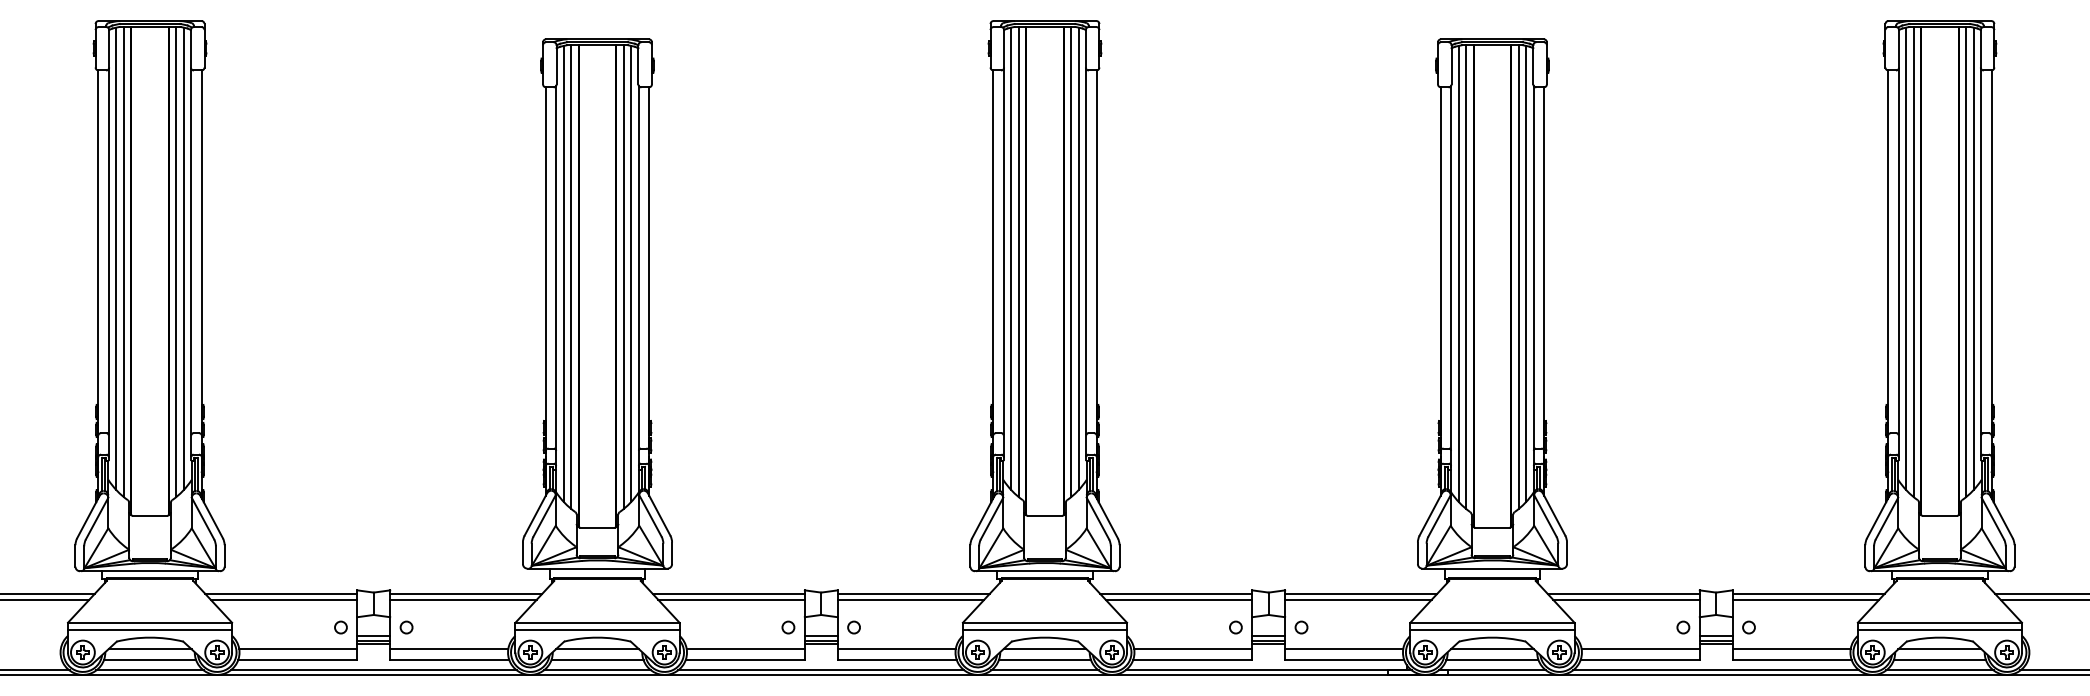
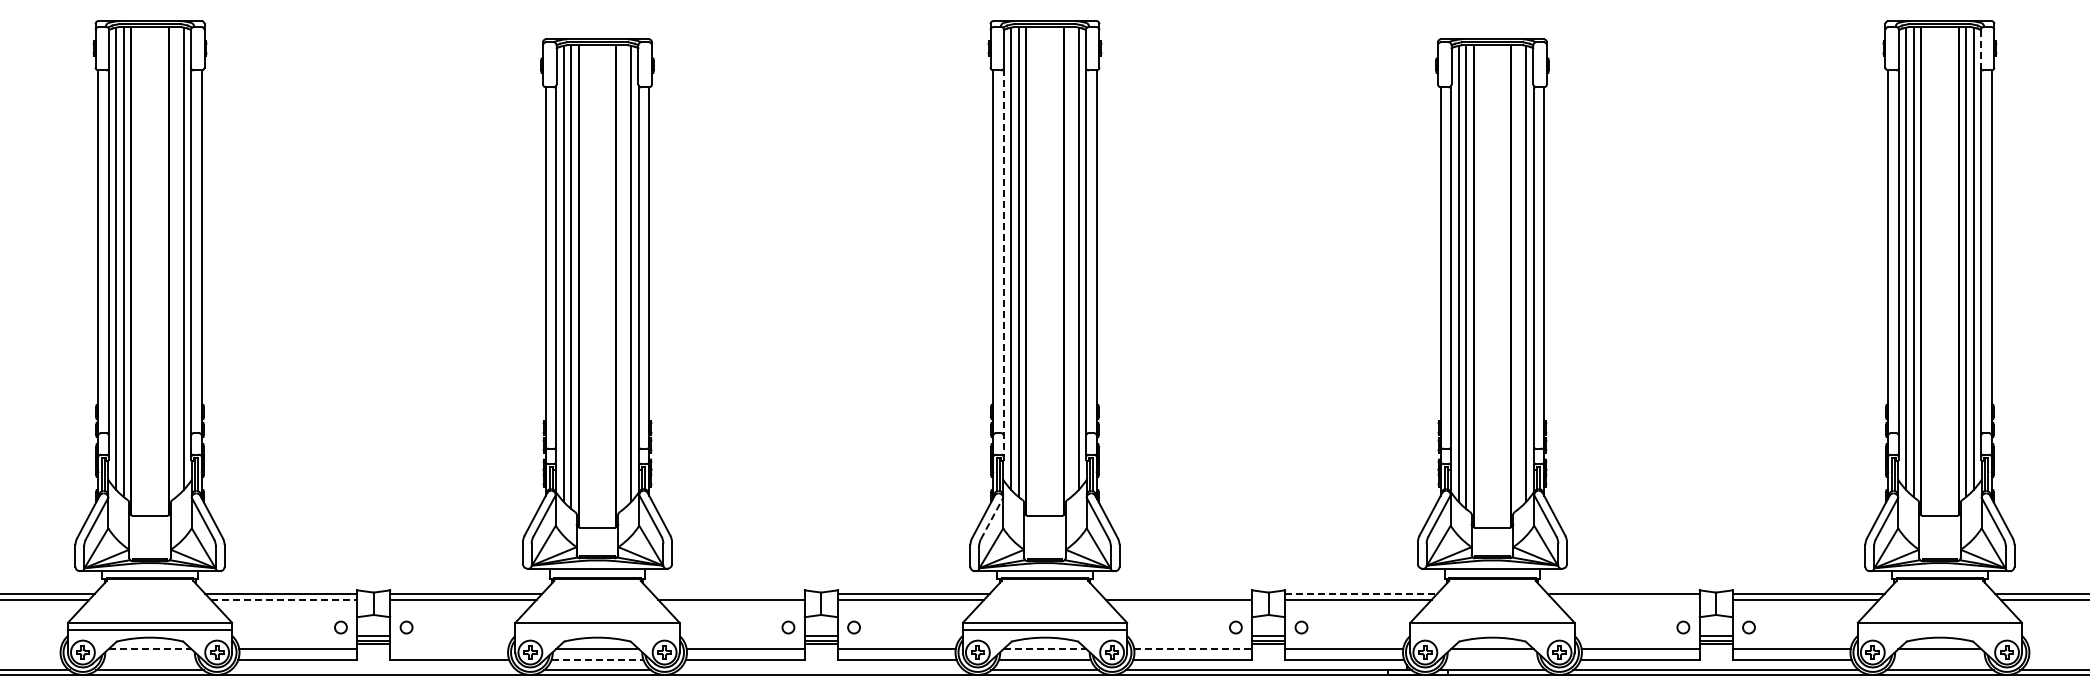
line at (1980, 48): solid -> dashed
line at (176, 261): present -> none
line at (1071, 261): present -> none
line at (1003, 262): solid -> dashed
line at (623, 277): present -> none
line at (1518, 277): present -> none
line at (992, 518): solid -> dashed
line at (728, 593): present -> none
line at (1176, 593): present -> none
line at (1361, 593): solid -> dashed
line at (284, 599): solid -> dashed
line at (1626, 599): present -> none
line at (597, 630): present -> none
line at (1492, 630): present -> none
line at (1939, 630): present -> none
line at (150, 649): solid -> dashed
line at (449, 649): present -> none
line at (1045, 649): solid -> dashed
line at (1193, 649): solid -> dashed
line at (150, 660): present -> none
line at (598, 660): solid -> dashed
line at (1492, 660): present -> none
line at (1939, 660): present -> none
line at (373, 670): present -> none
line at (821, 670): present -> none
